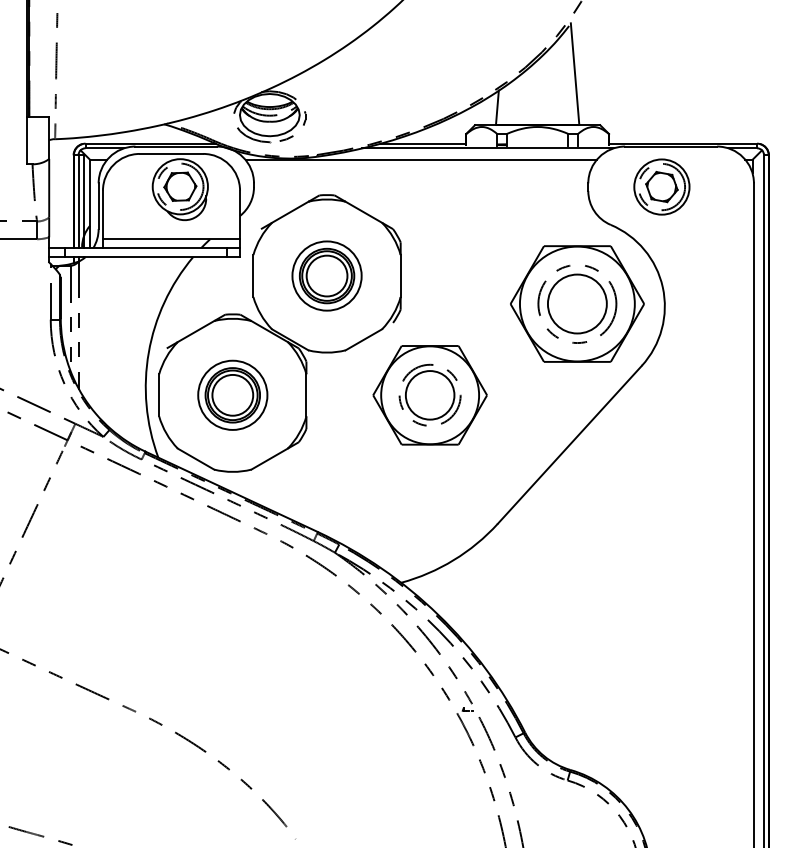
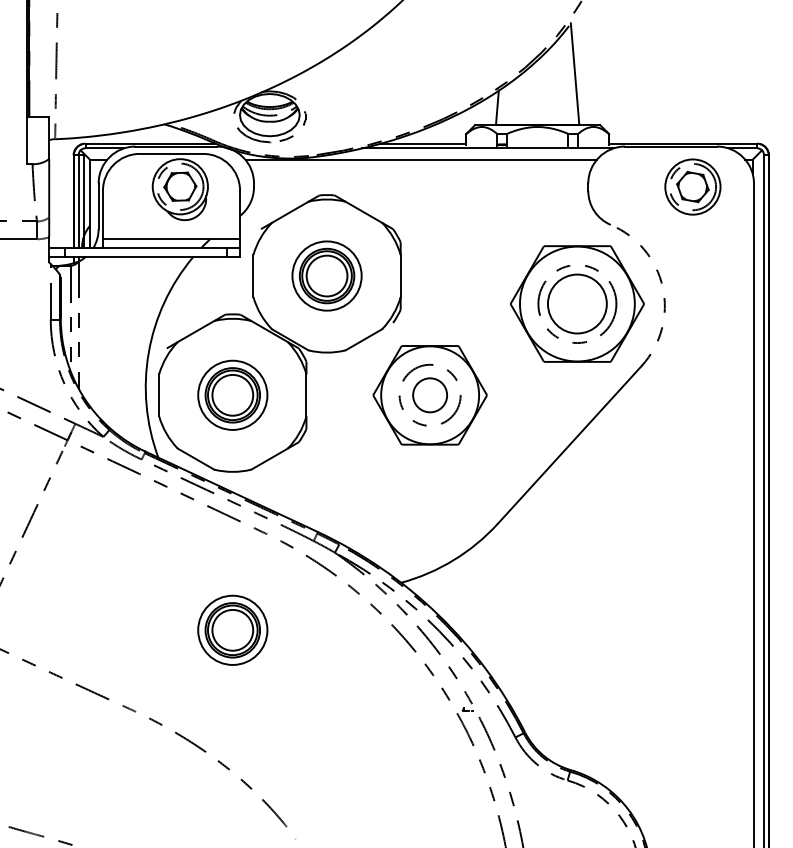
part at (661, 186) position: (661, 186) -> (692, 186)
arc at (662, 287): solid -> dashed
circle at (429, 395) diameter: 49 px -> 34 px
part at (232, 629): none -> present
